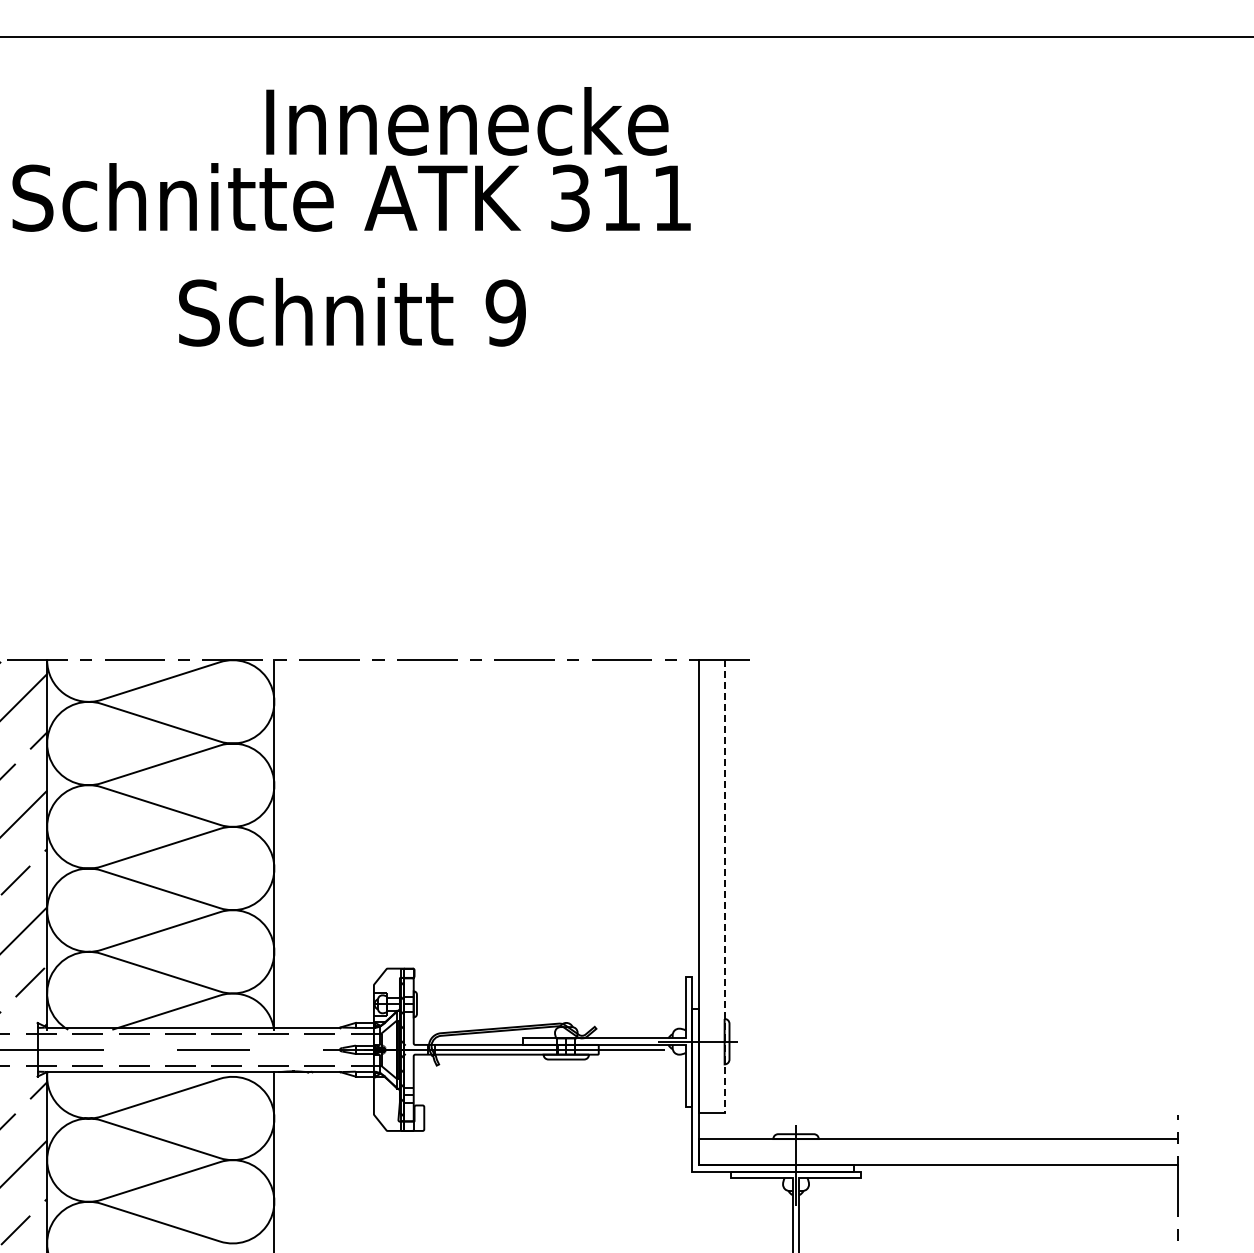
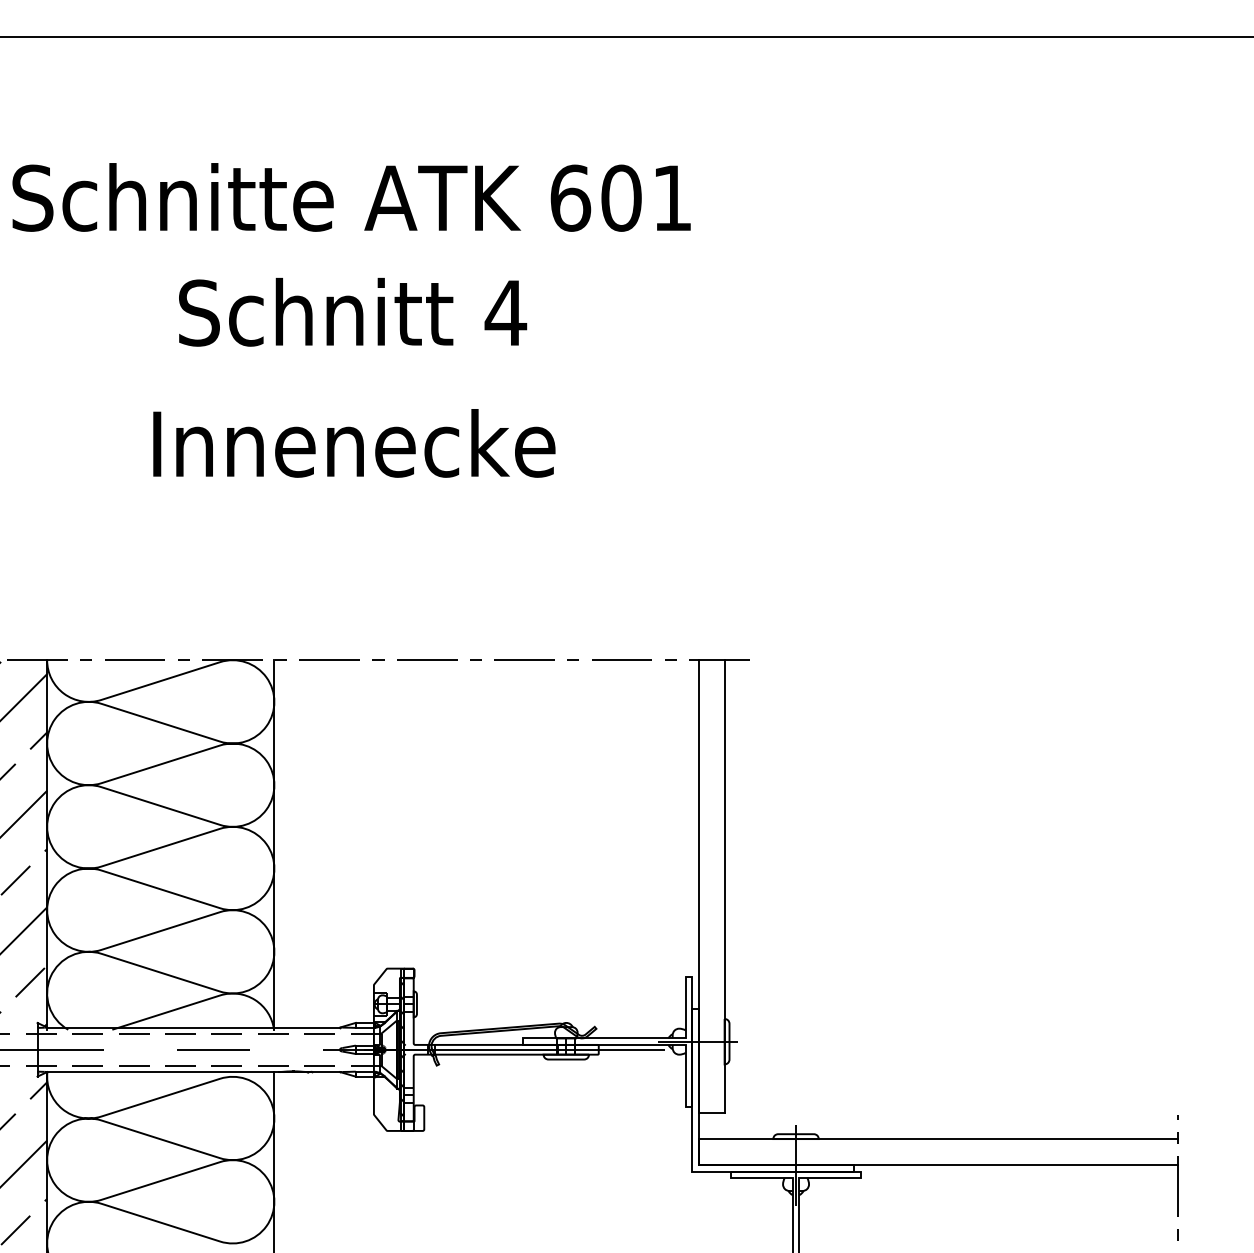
text at (467, 121) position: (467, 121) -> (354, 443)
text at (595, 197): 311 -> 601
text at (505, 312): 9 -> 4
line at (724, 887): dashed -> solid
